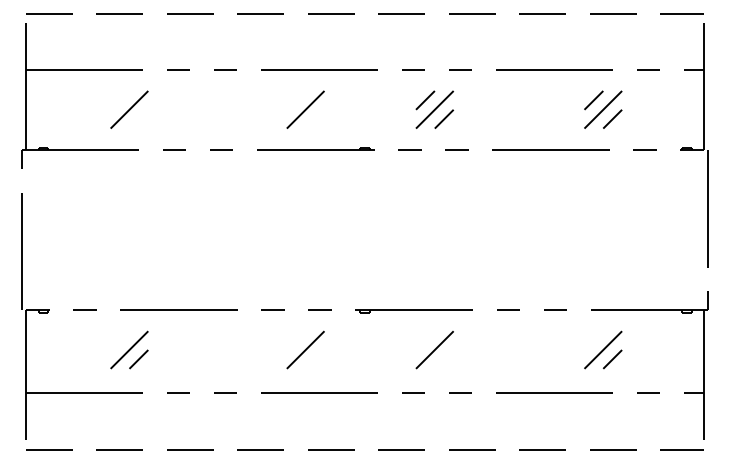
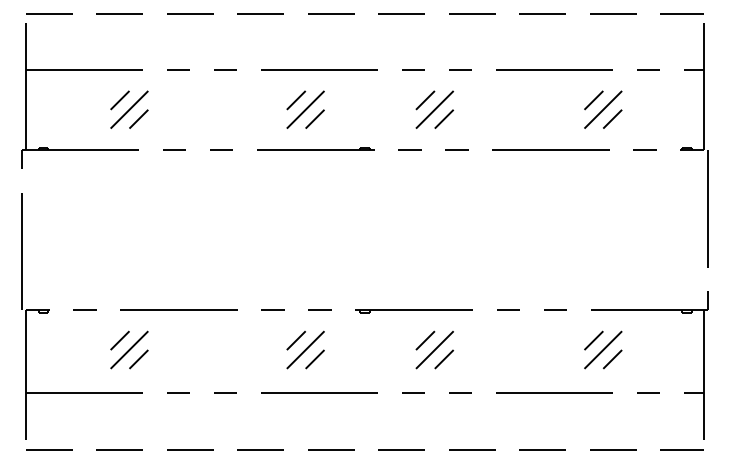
line at (119, 99): none -> present
line at (295, 99): none -> present
line at (138, 118): none -> present
line at (314, 118): none -> present
line at (119, 340): none -> present
line at (295, 340): none -> present
line at (425, 340): none -> present
line at (593, 340): none -> present
line at (314, 359): none -> present
line at (443, 359): none -> present
